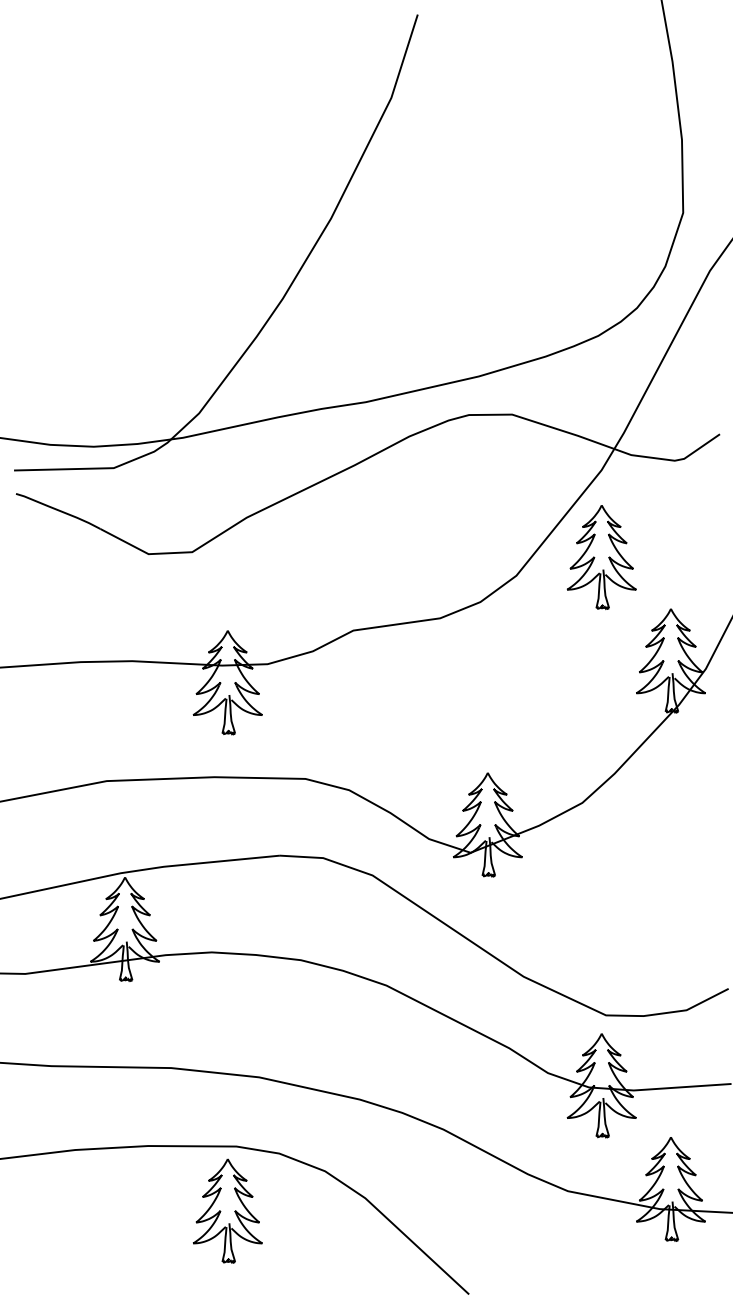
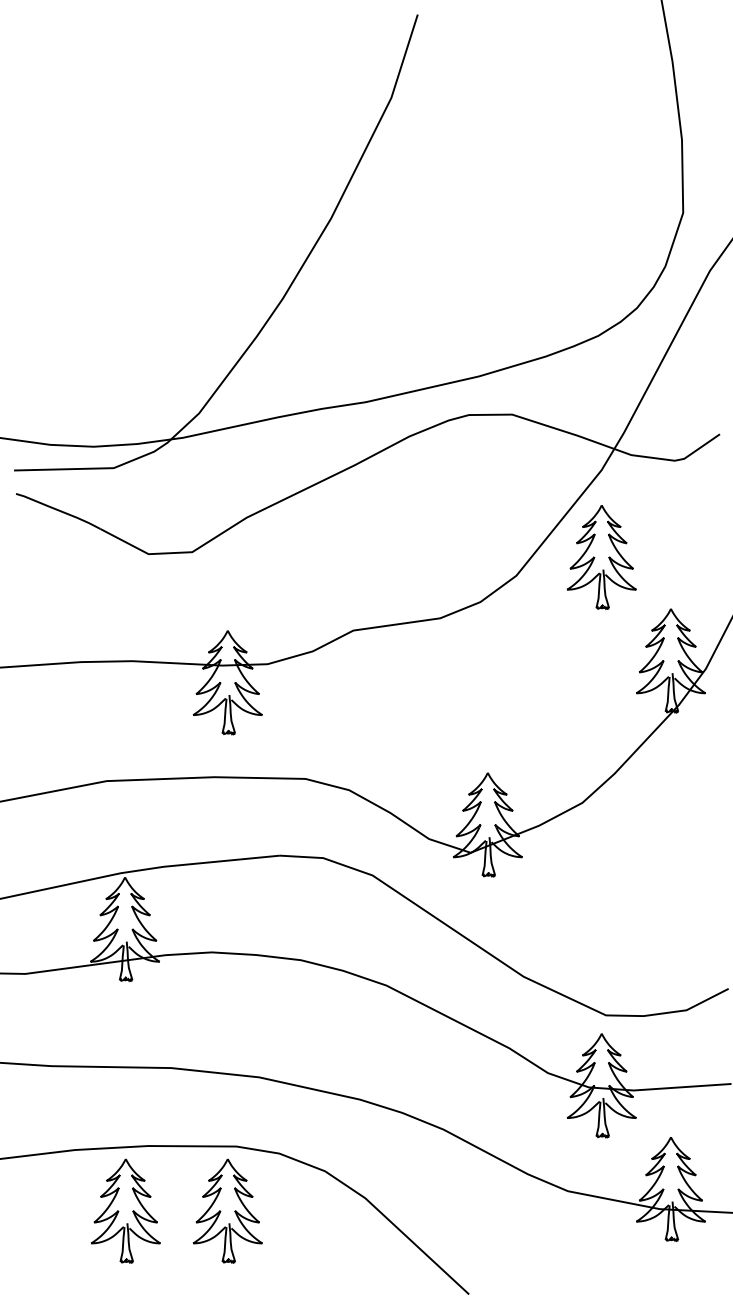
part at (125, 1210): none -> present
